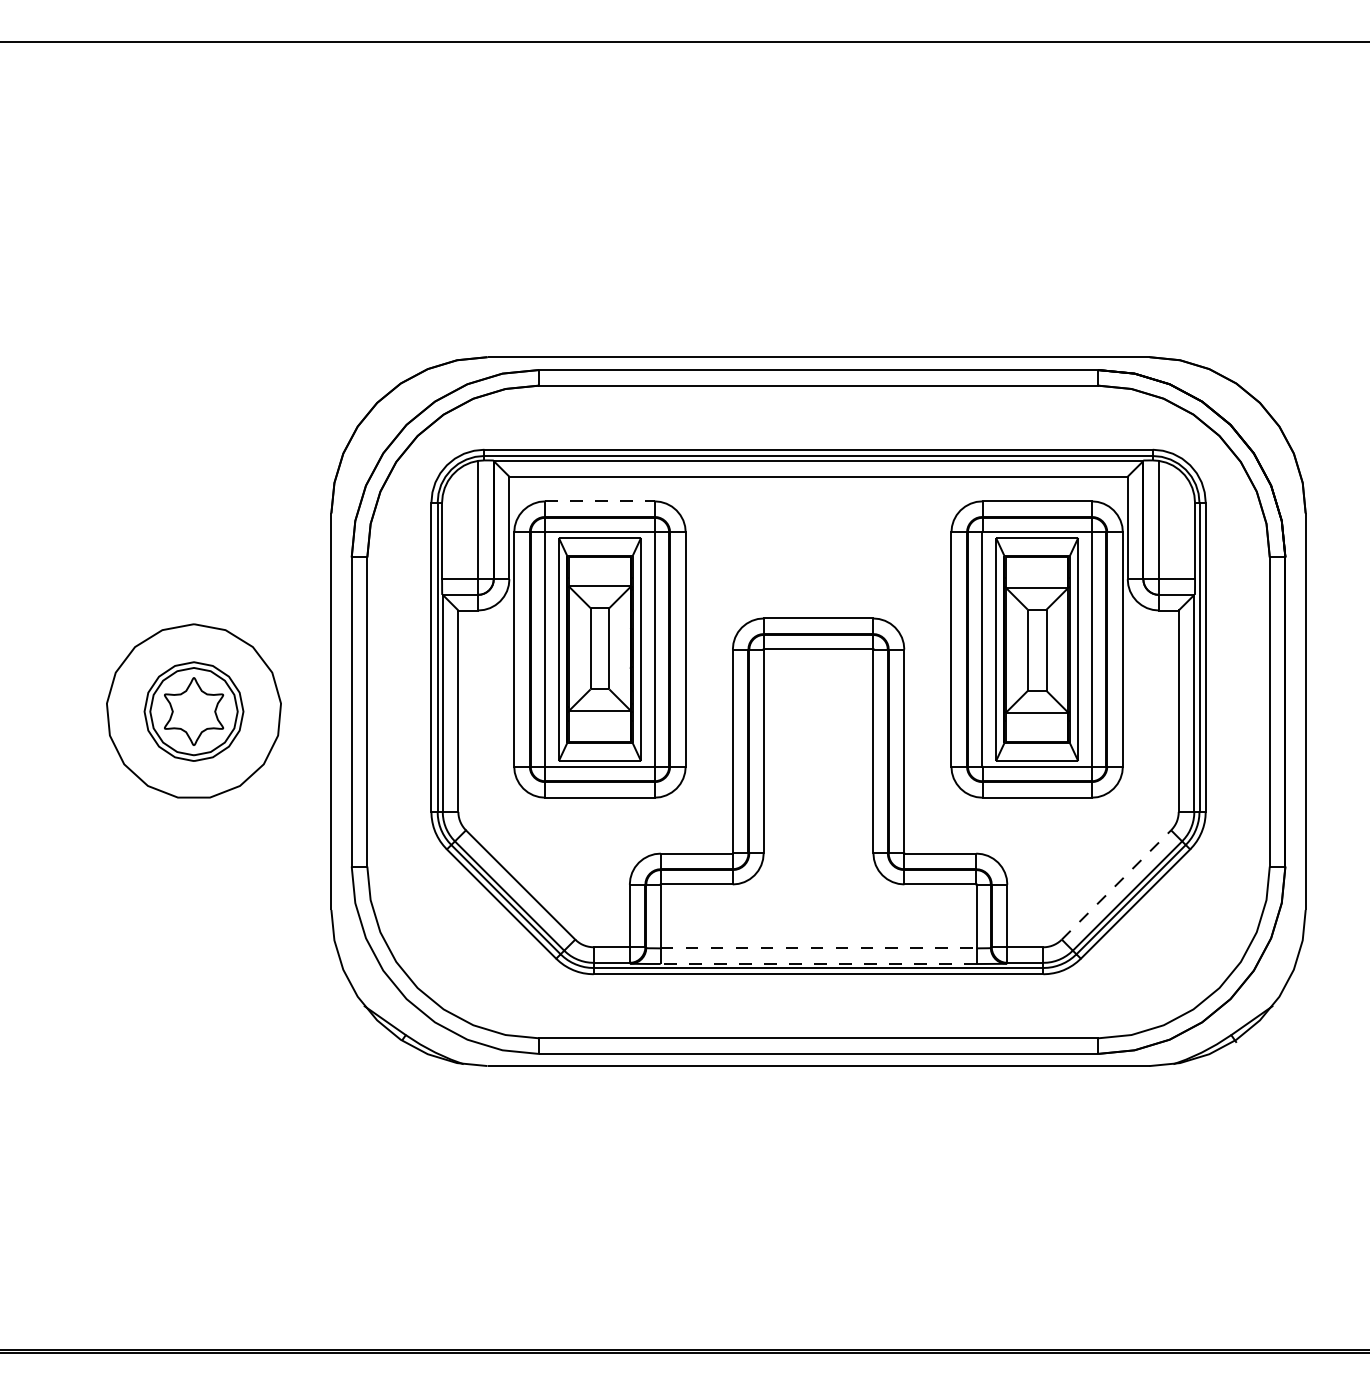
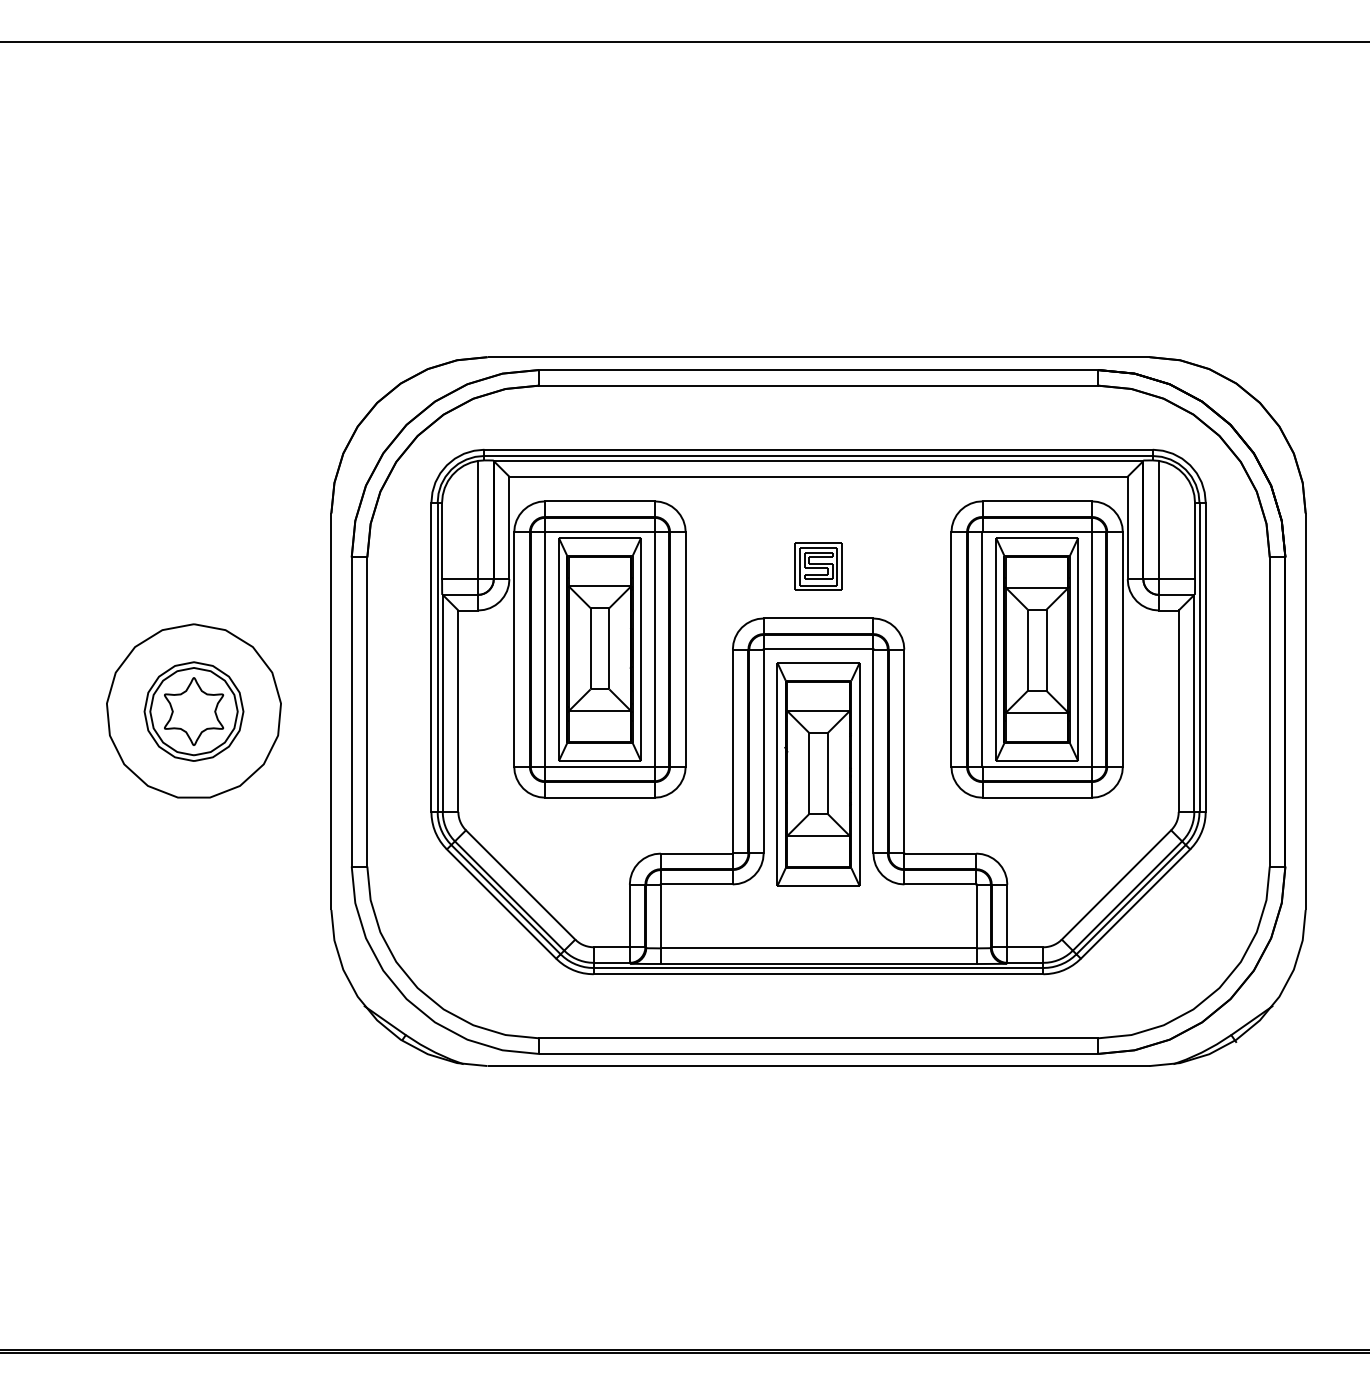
line at (599, 501): dashed -> solid
part at (818, 566): none -> present
part at (818, 774): none -> present
line at (1116, 884): dashed -> solid
line at (818, 948): dashed -> solid
line at (818, 963): dashed -> solid
